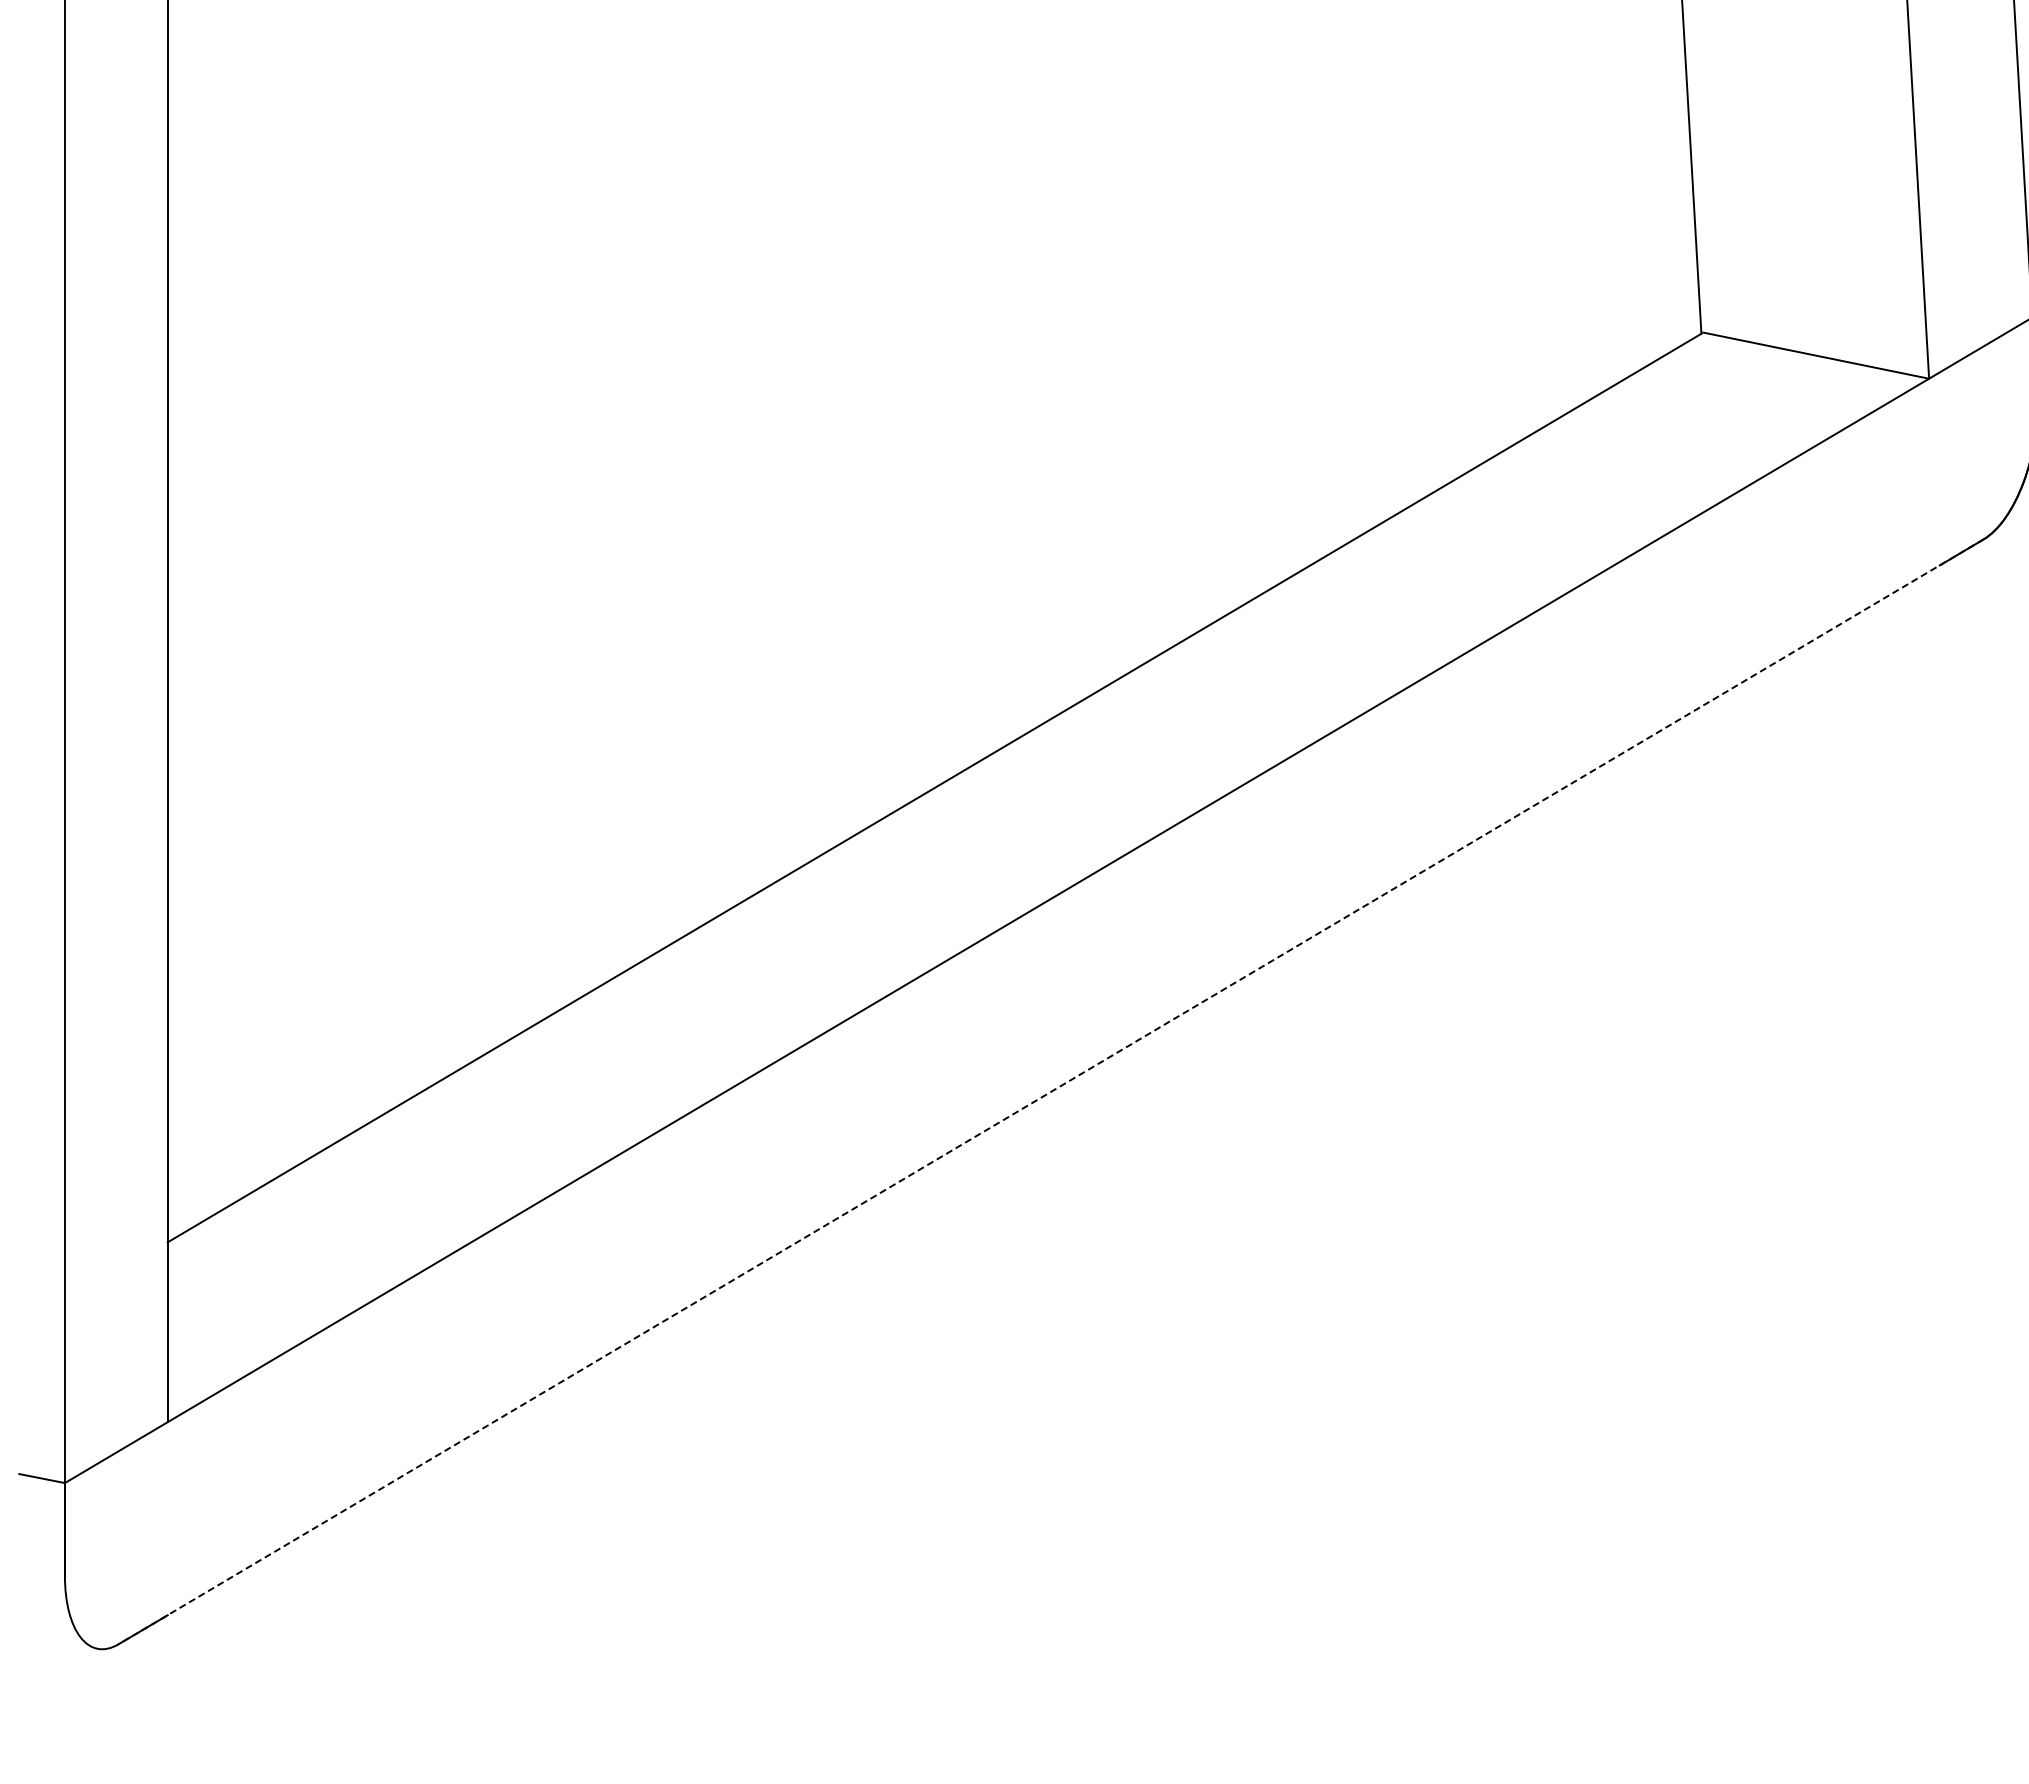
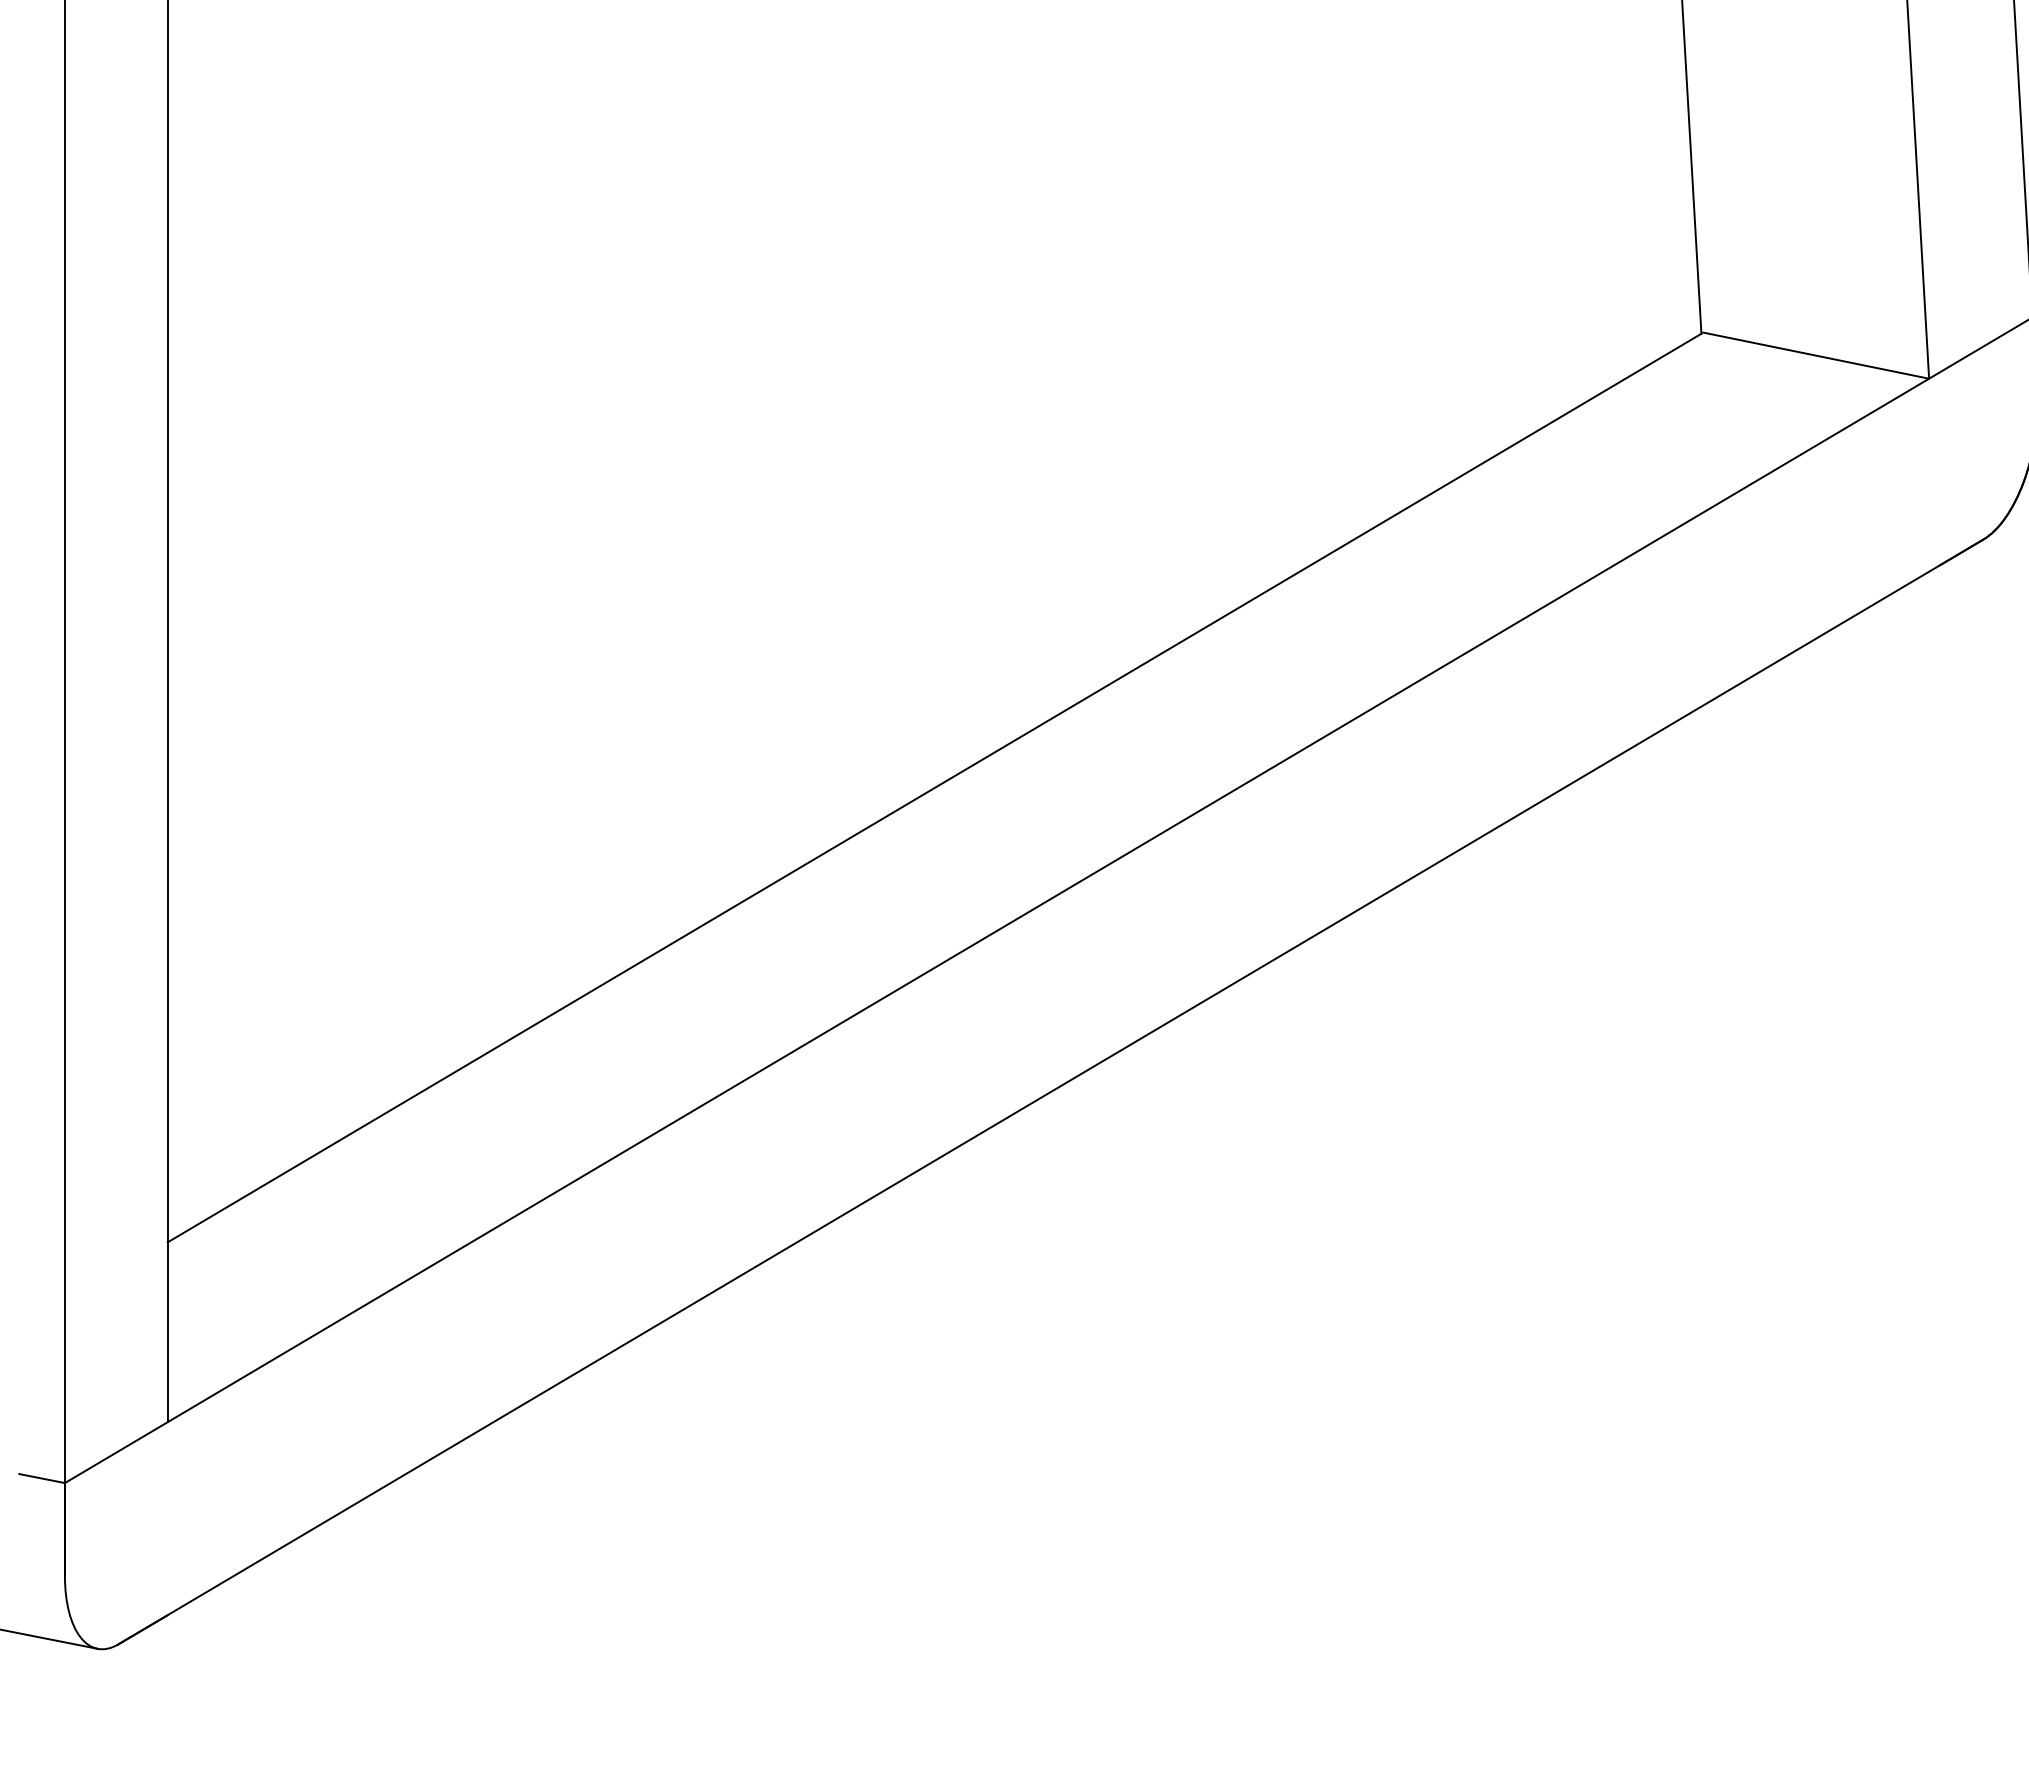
line at (1050, 1092): dashed -> solid
line at (49, 1639): none -> present
